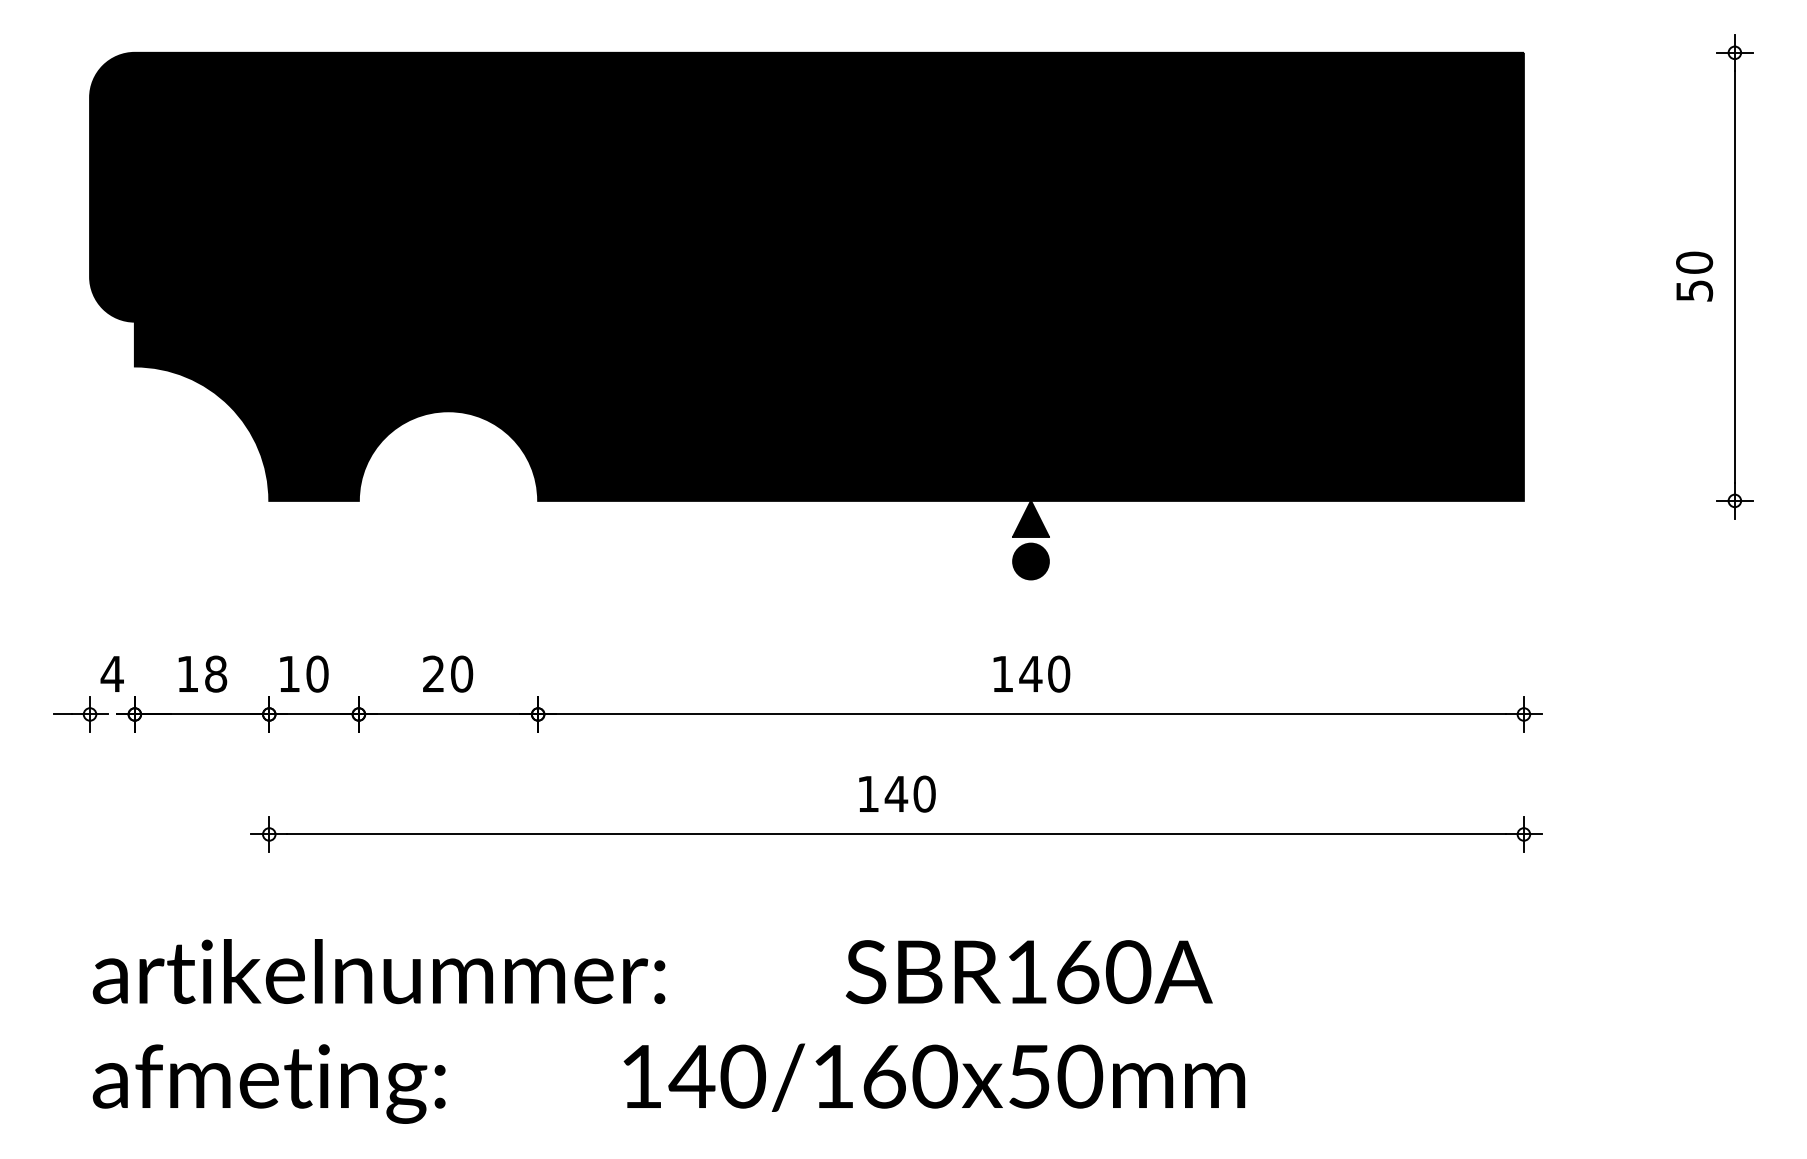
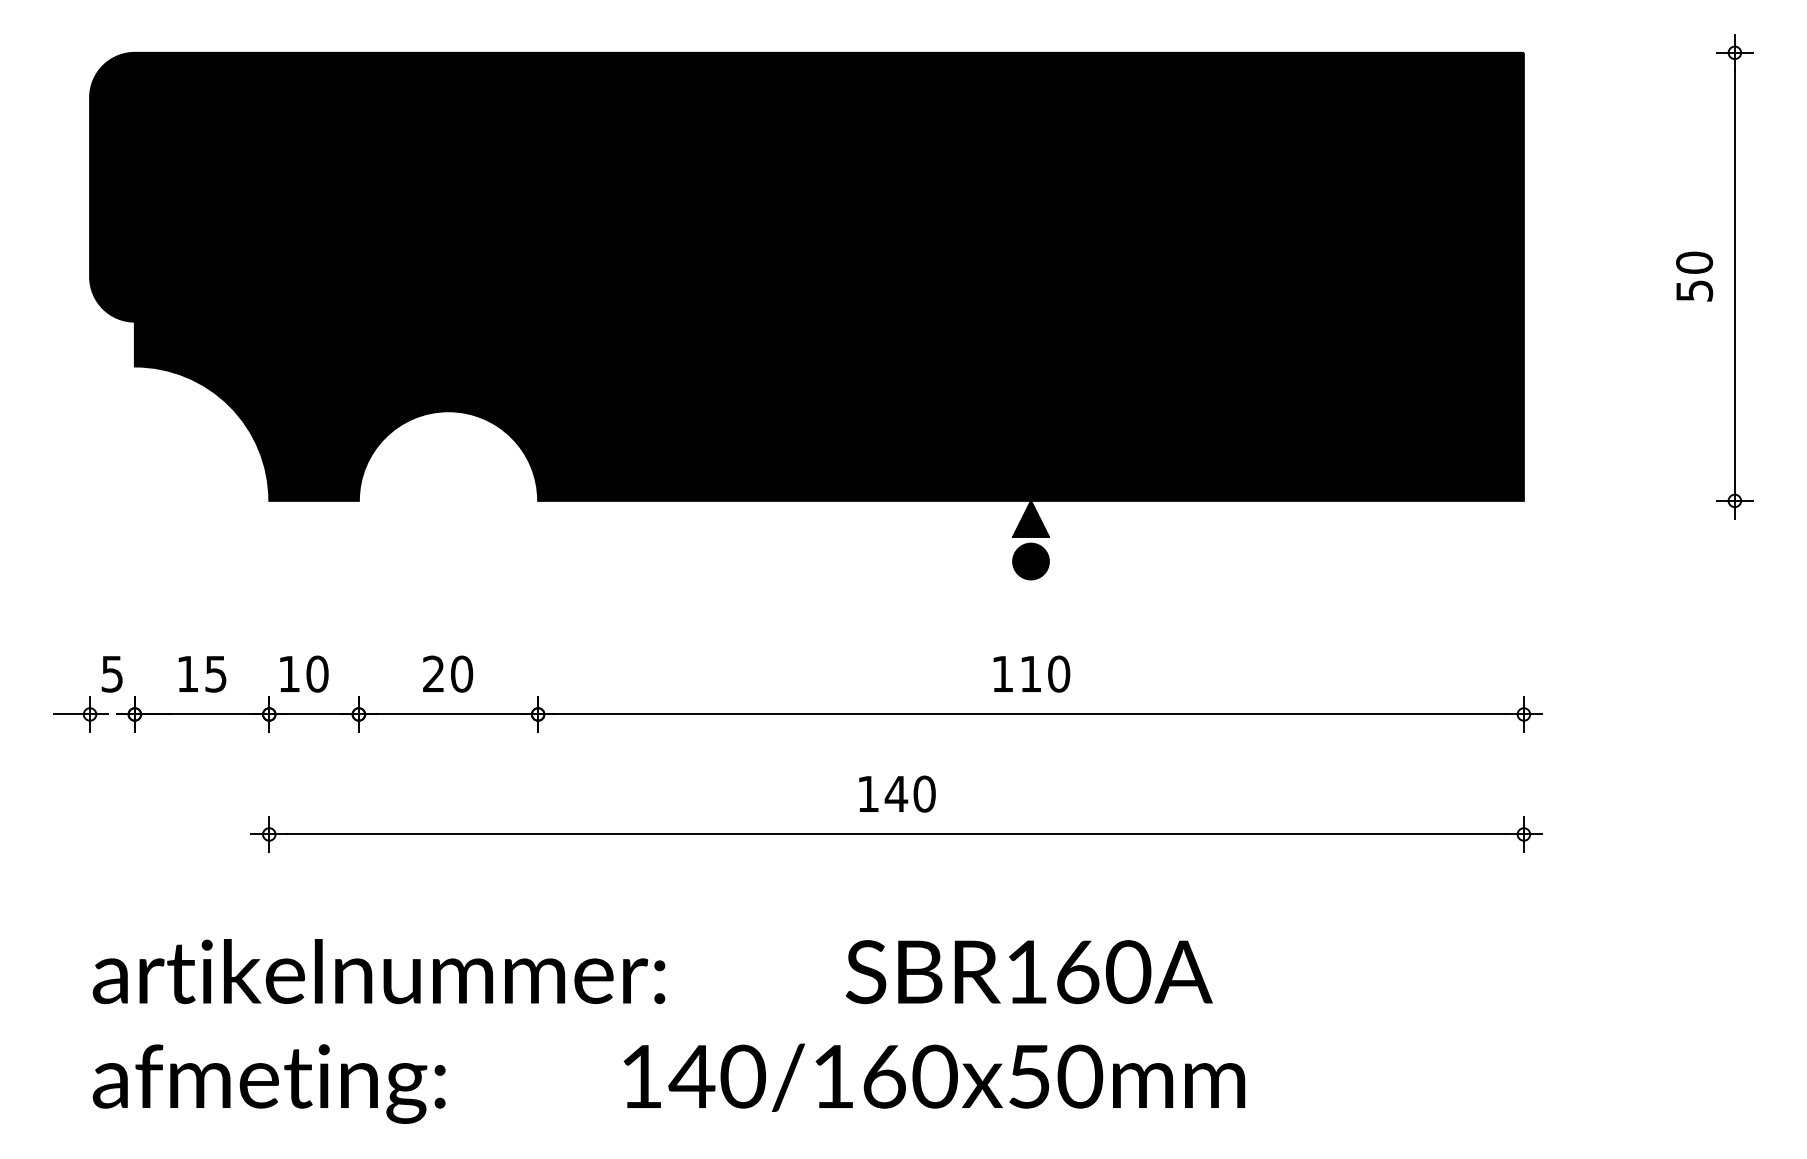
text at (216, 673): 18 -> 15
text at (1030, 673): 140 -> 110
text at (111, 674): 4 -> 5
